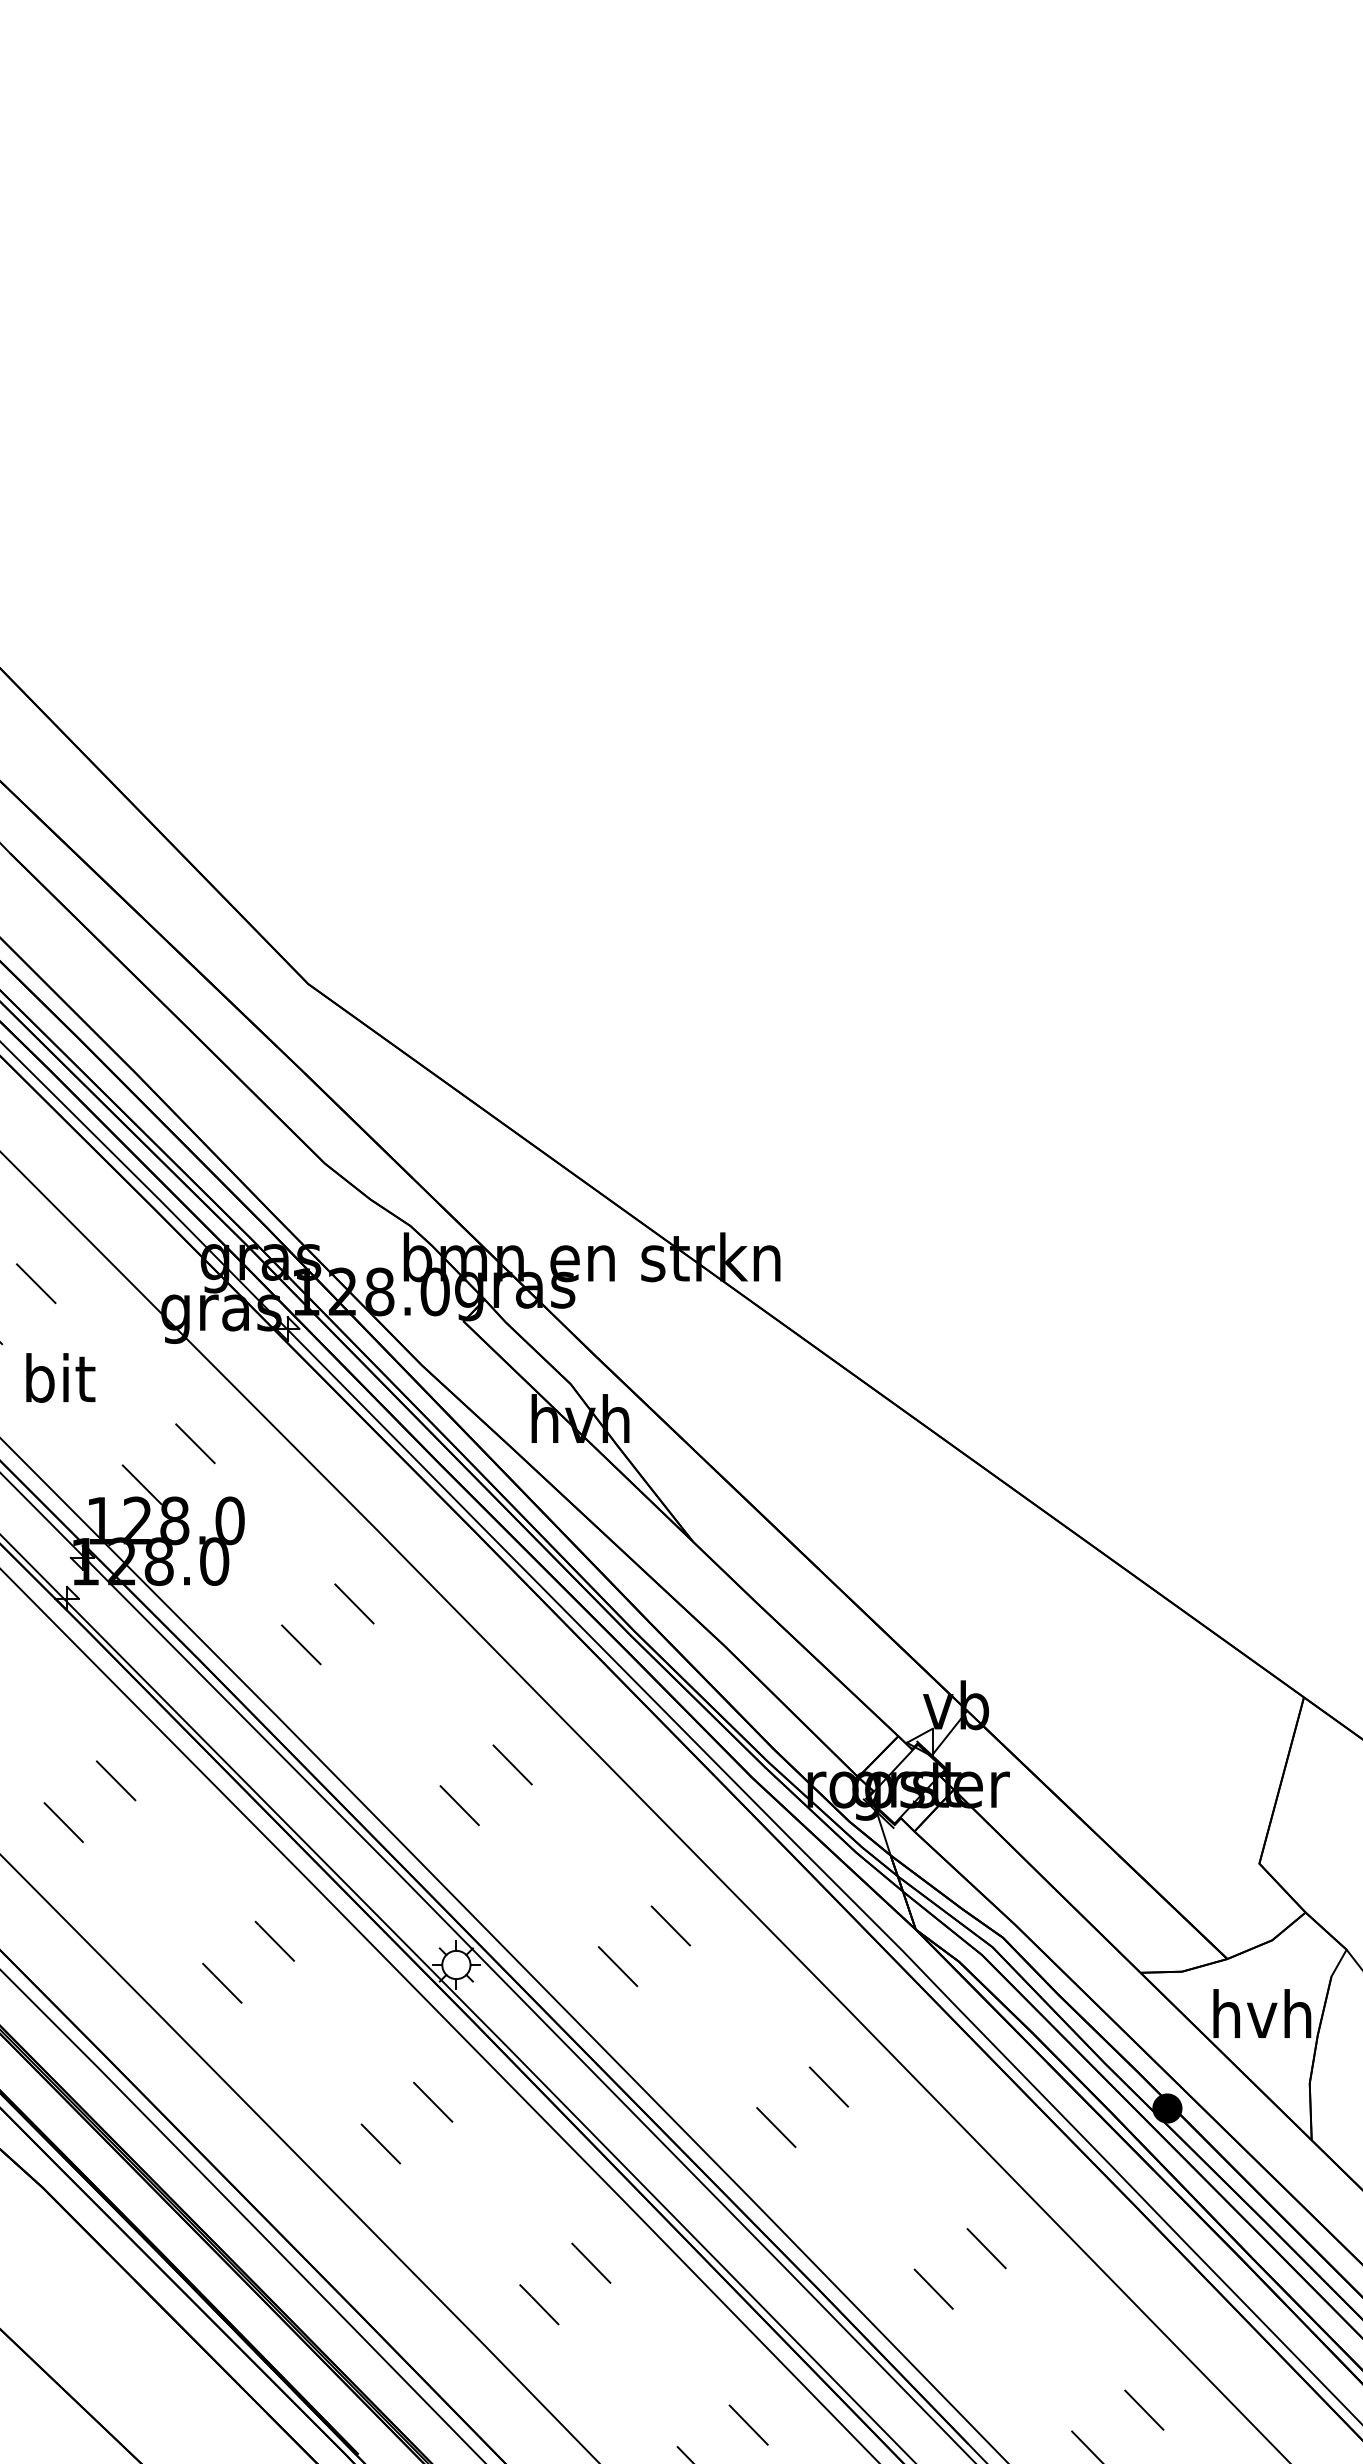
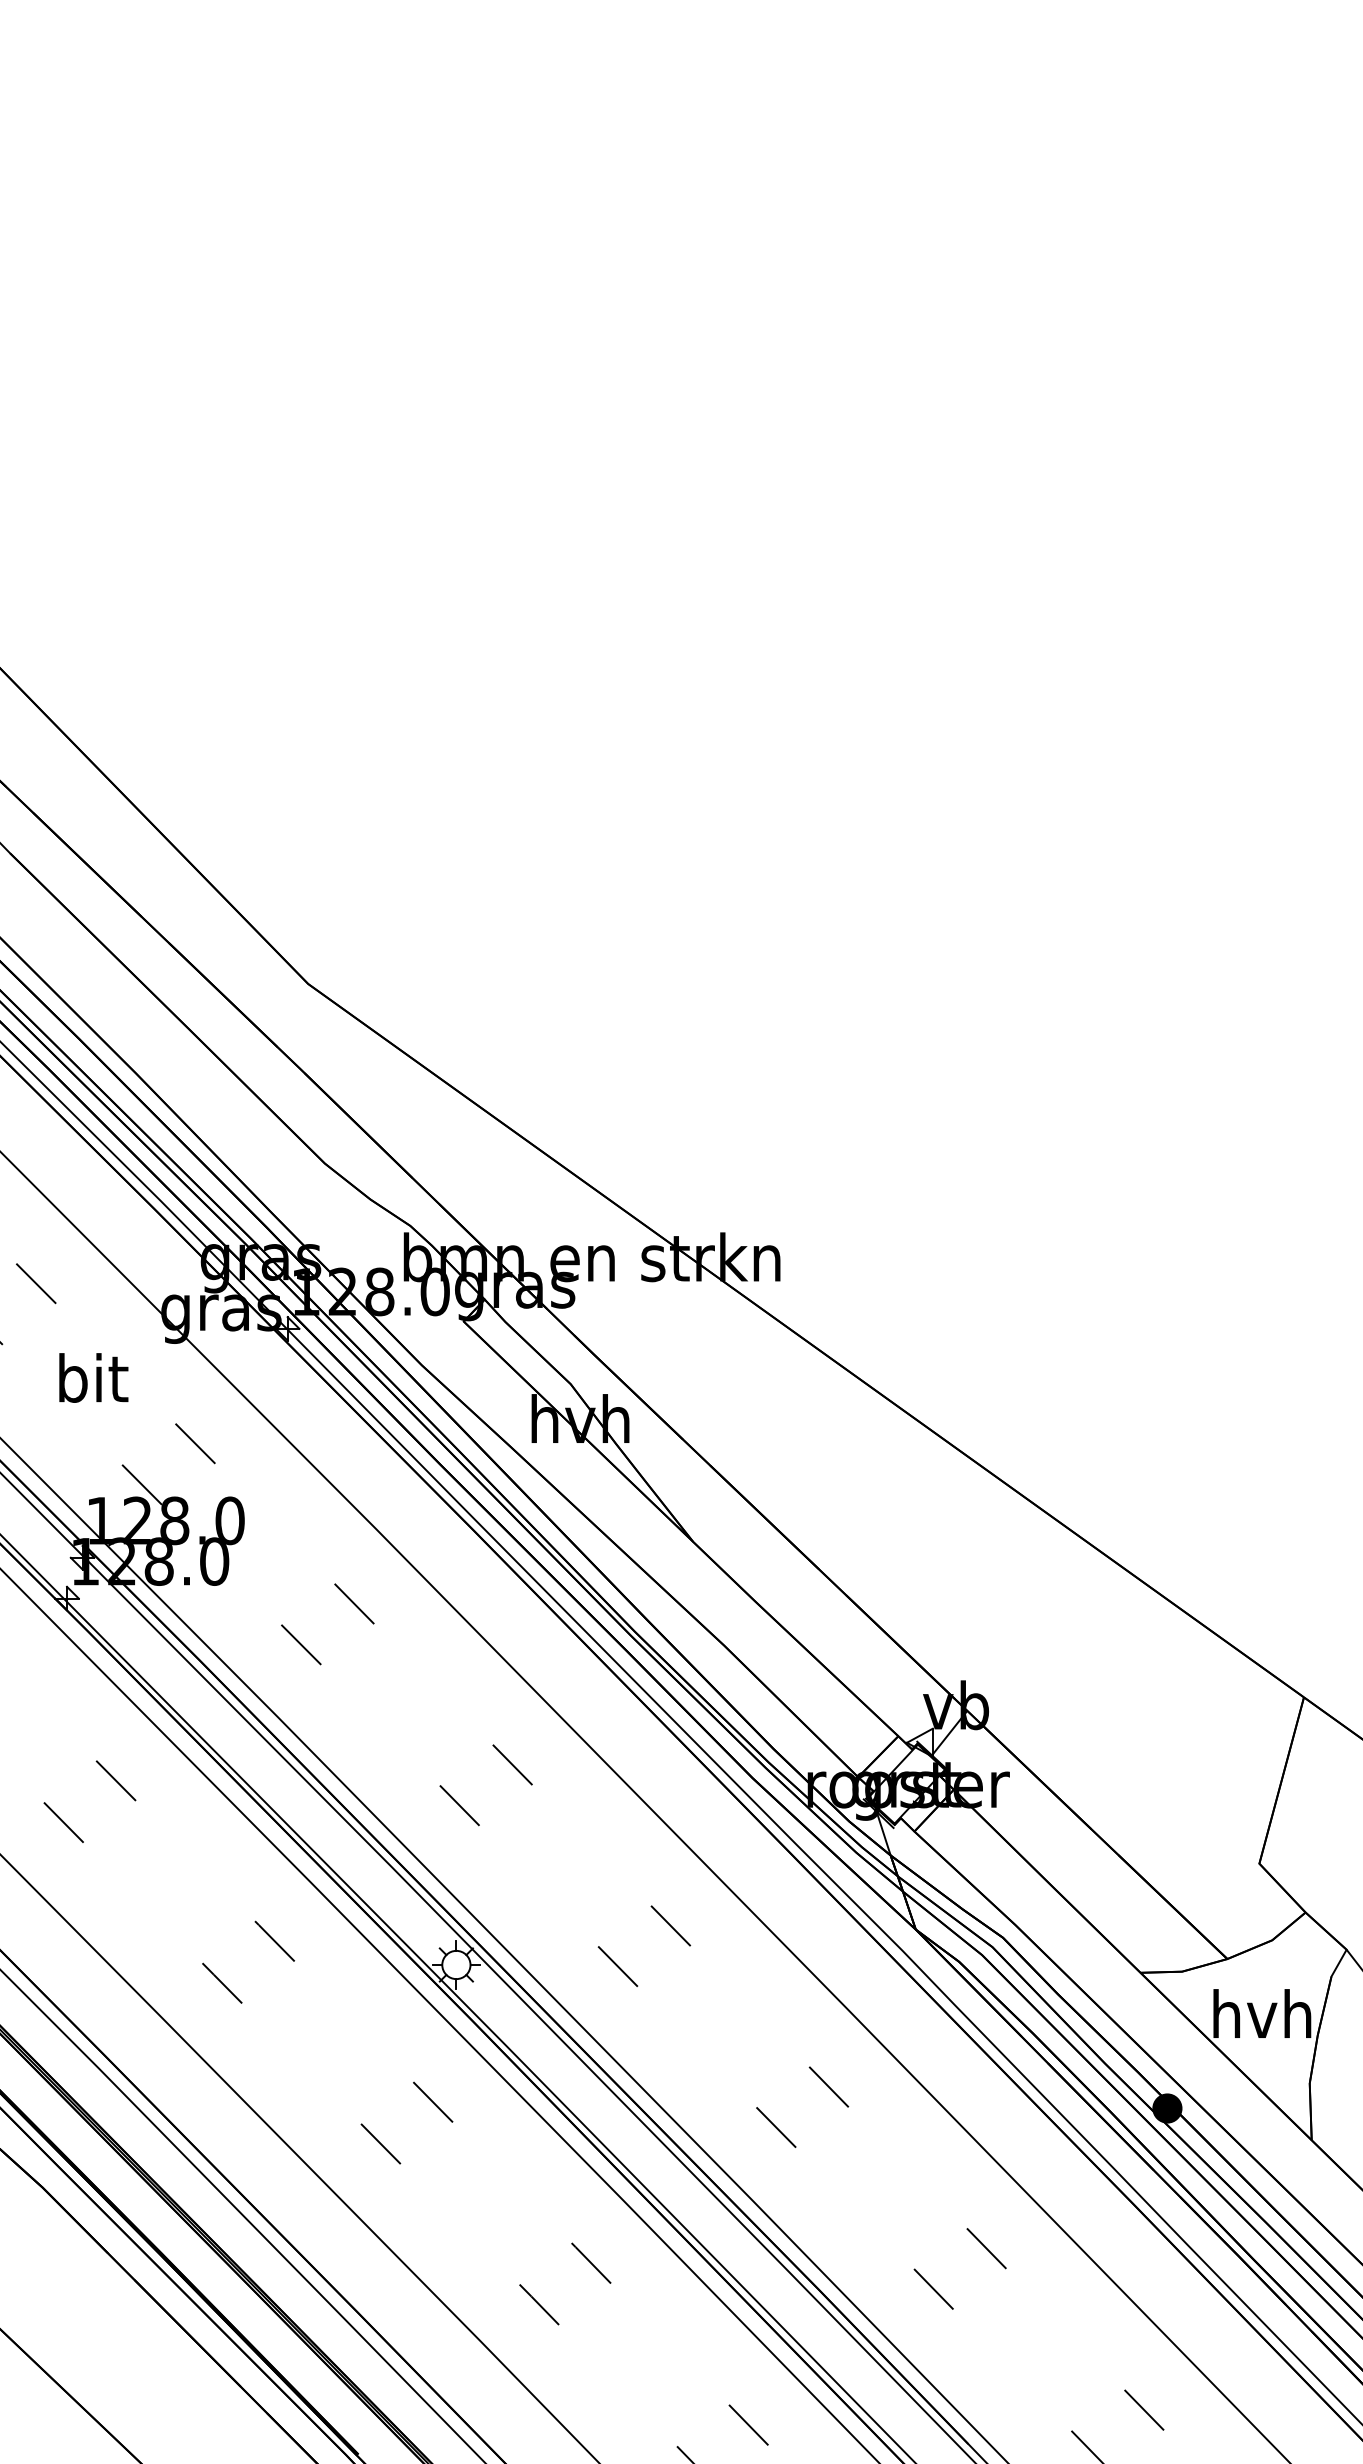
text at (60, 1377) position: (60, 1377) -> (93, 1377)
